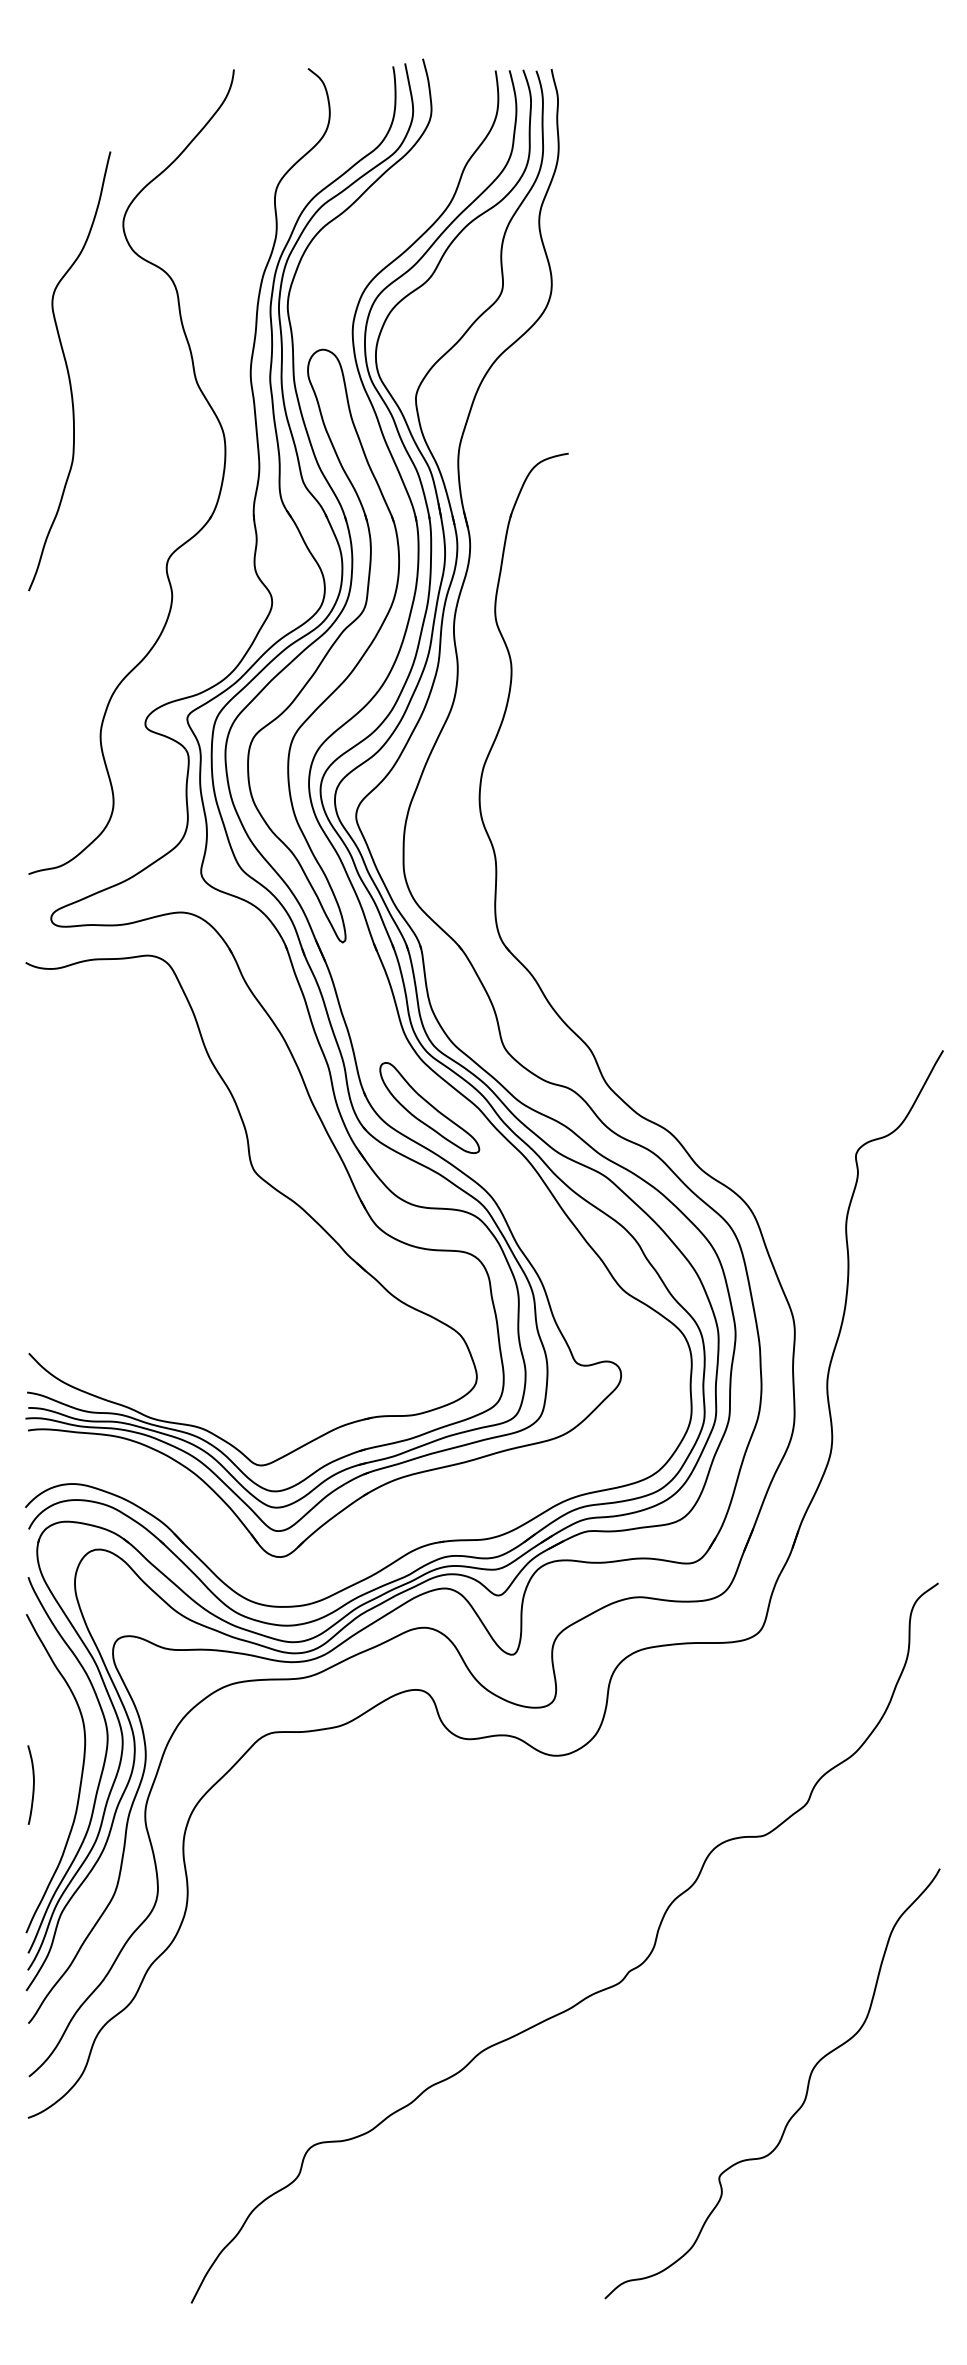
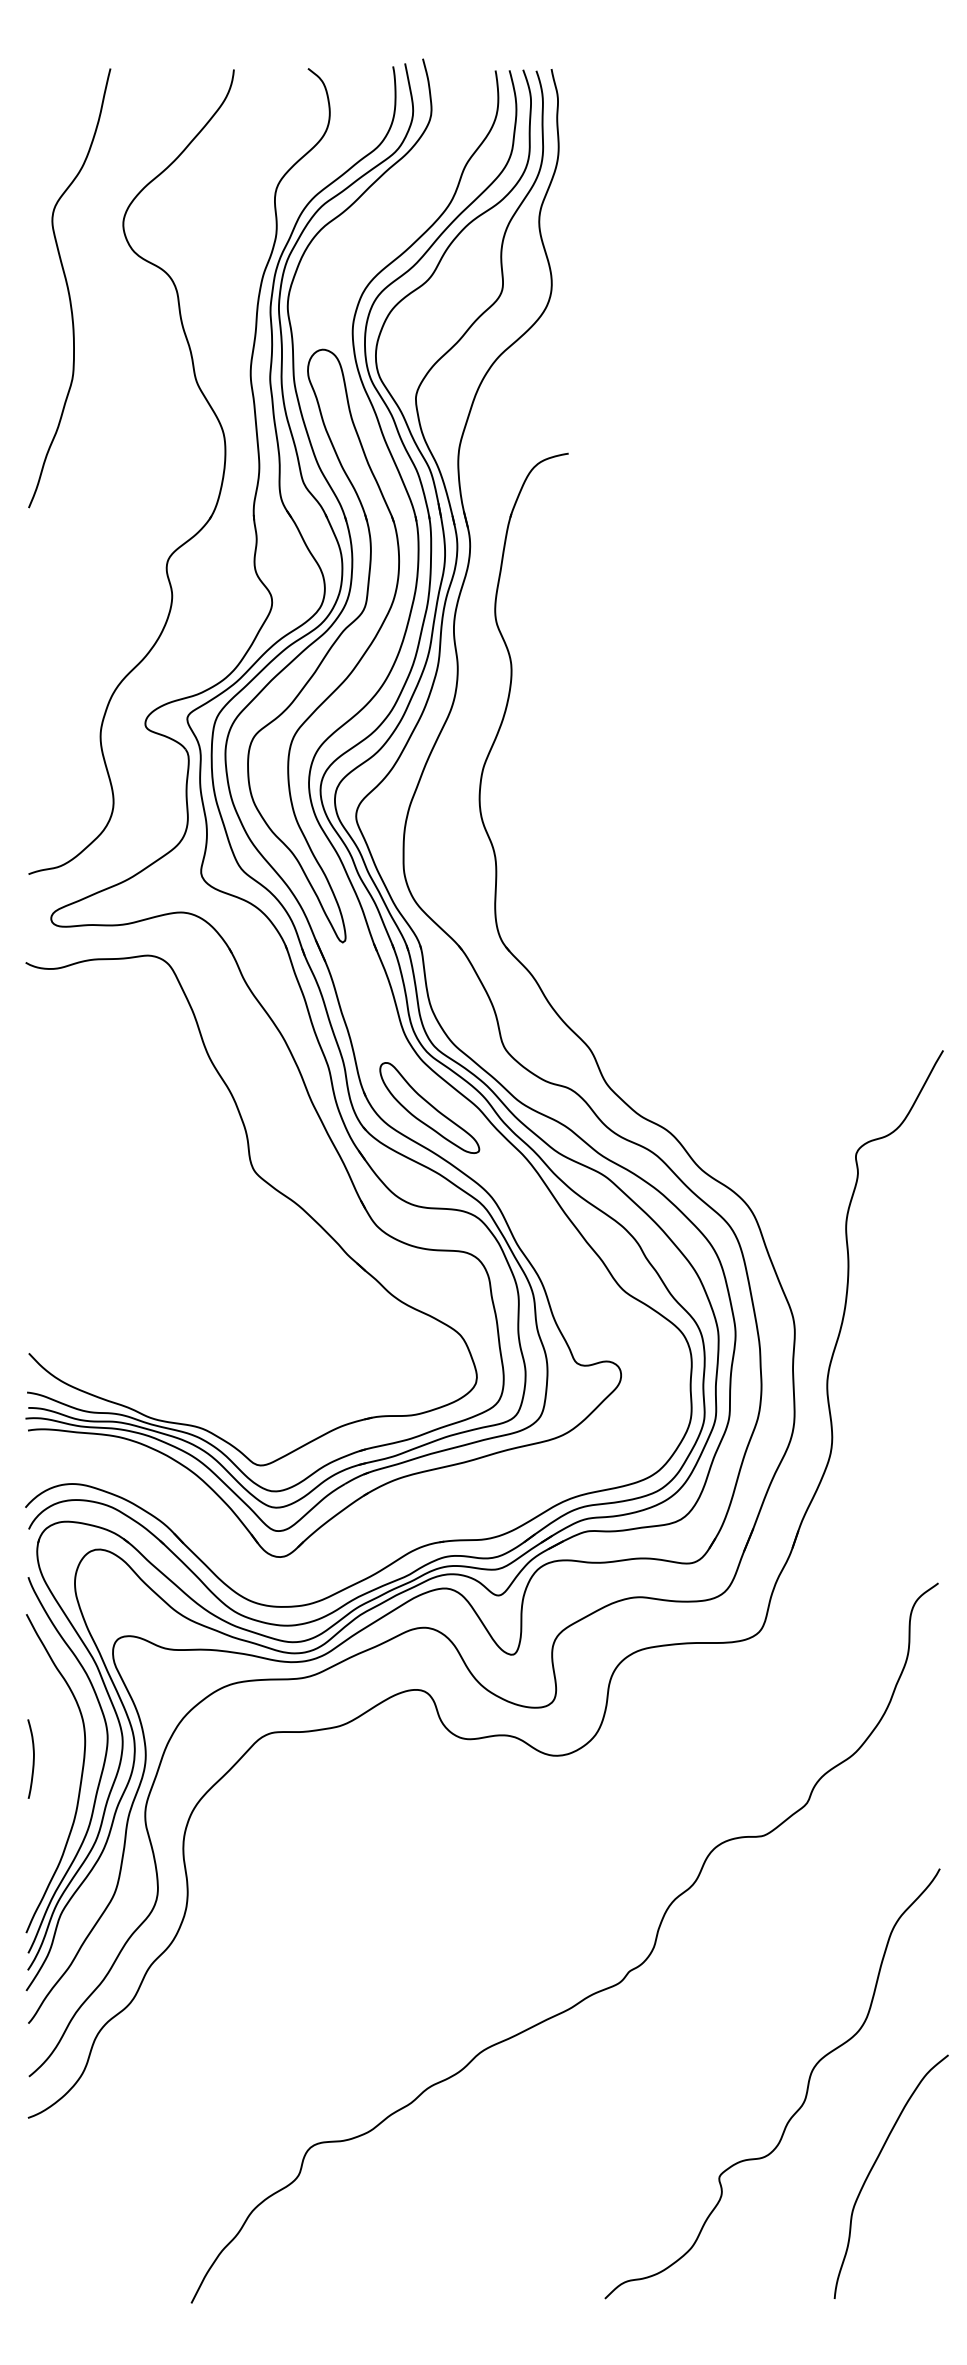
curve at (68, 371) position: (68, 371) -> (68, 288)
curve at (32, 1786) position: (32, 1786) -> (32, 1760)
curve at (873, 2167): none -> present
